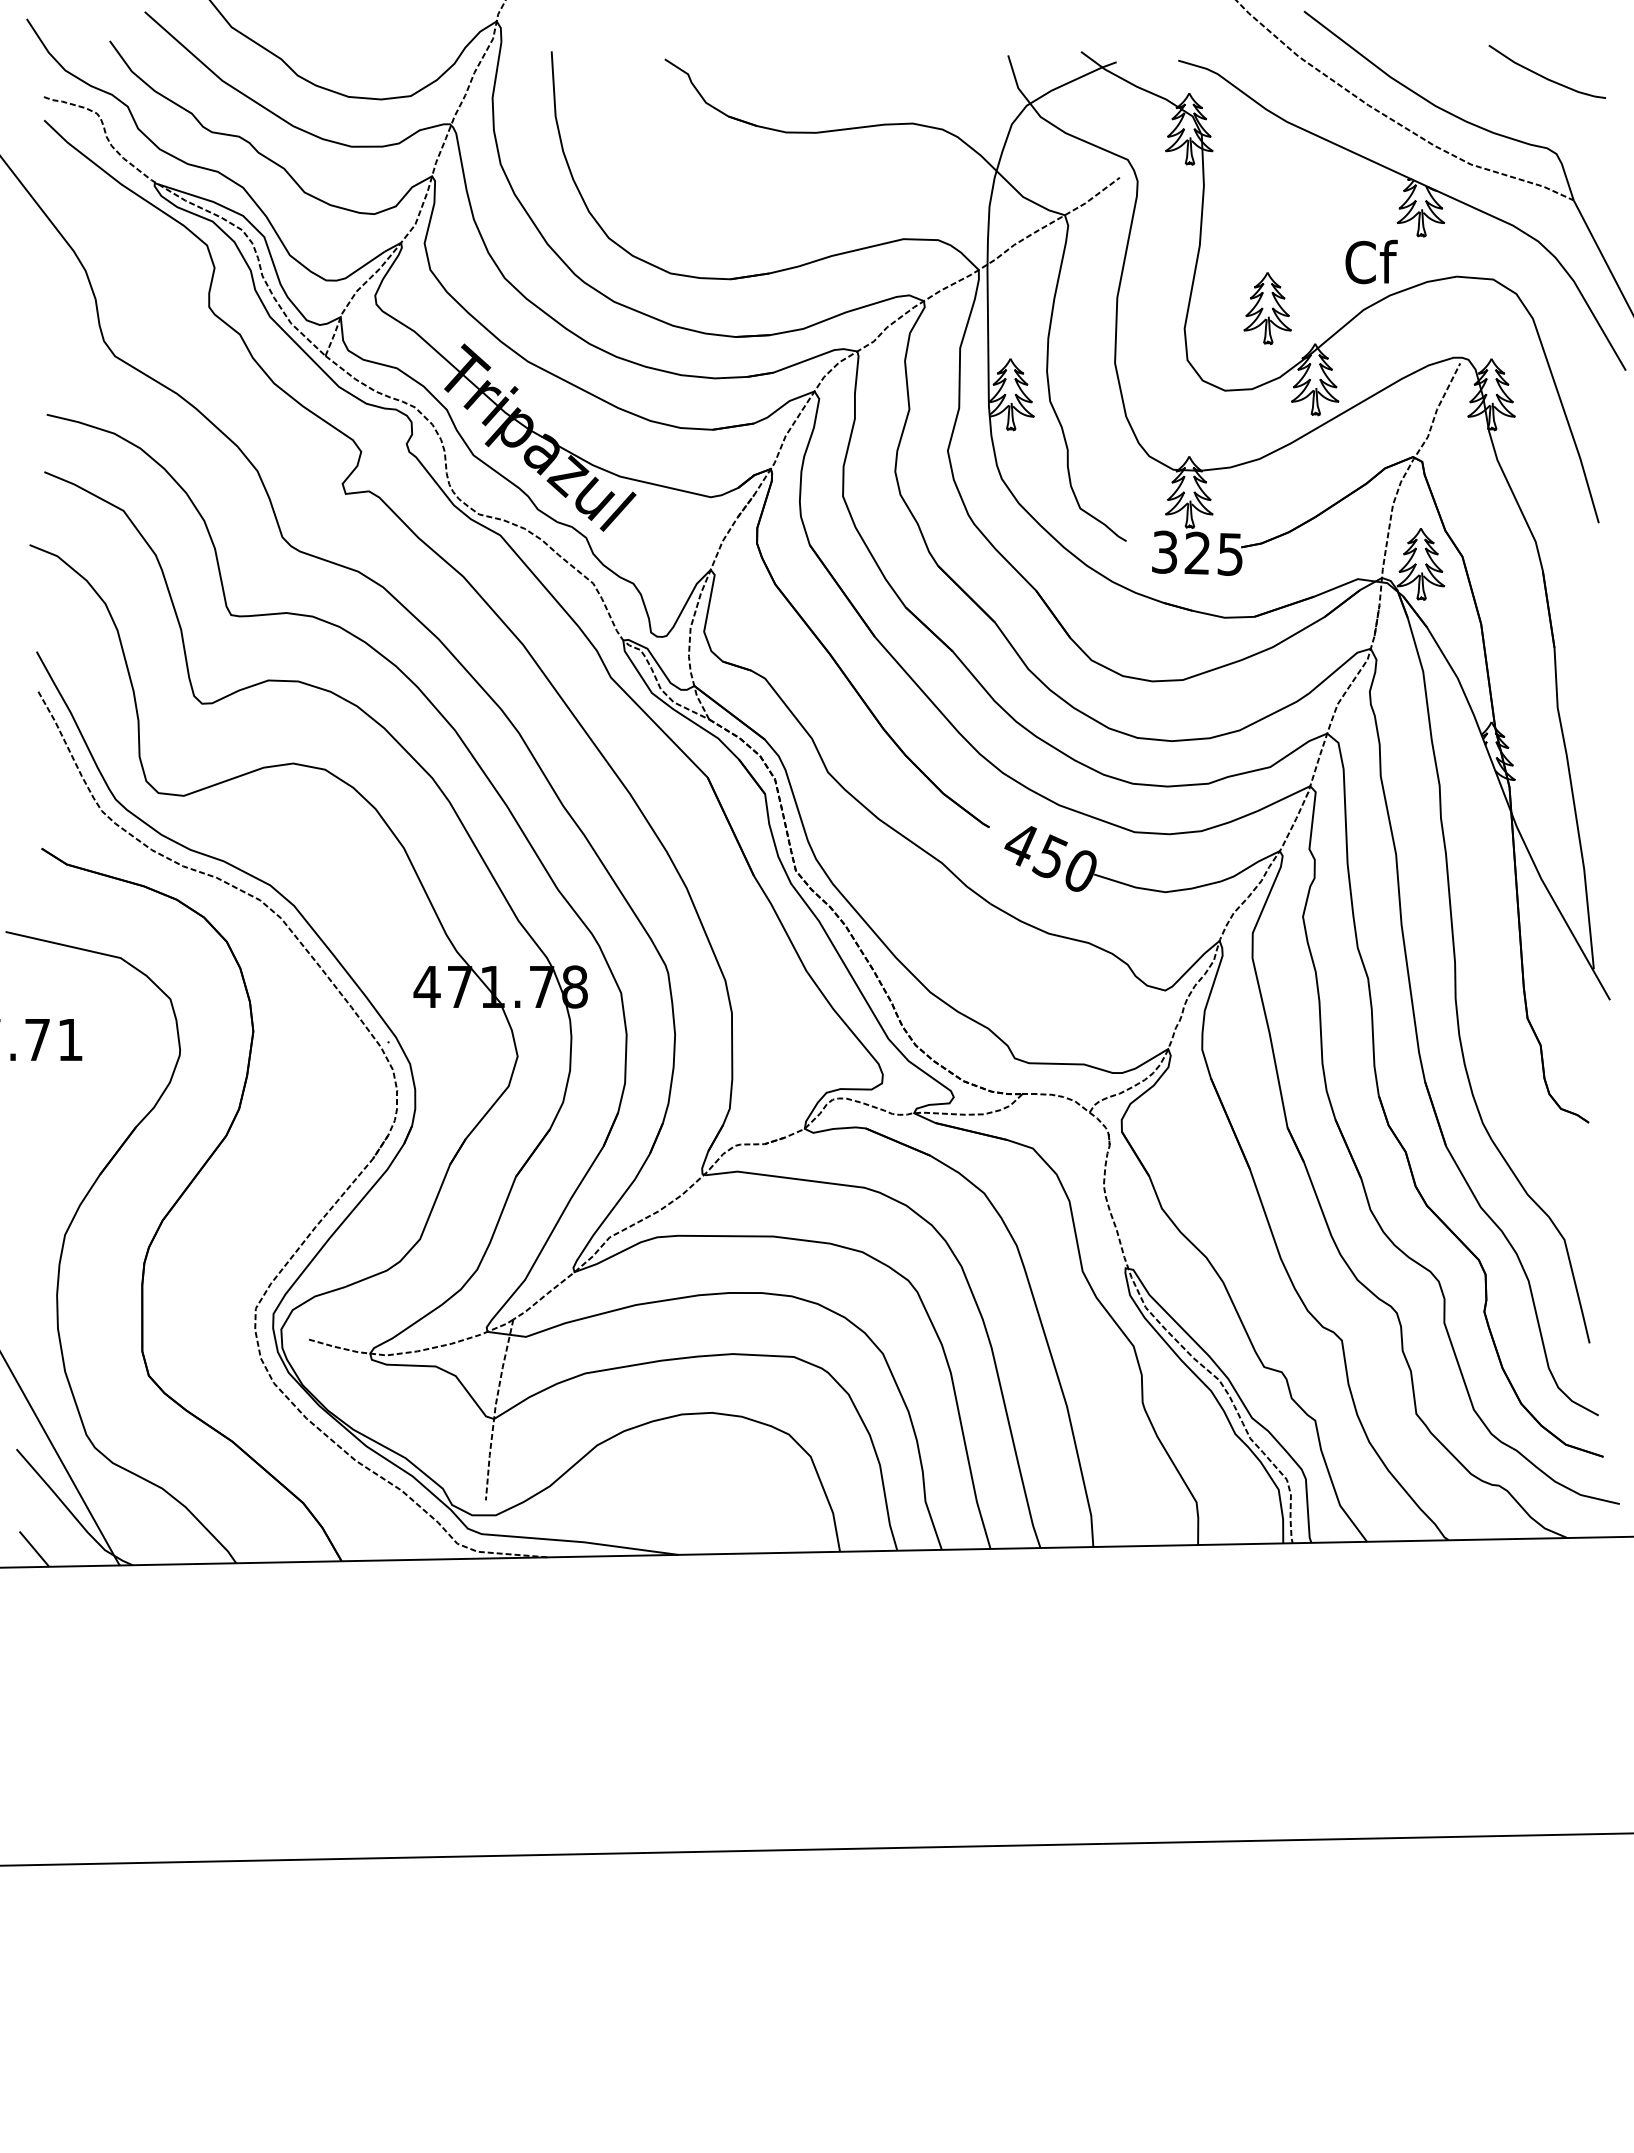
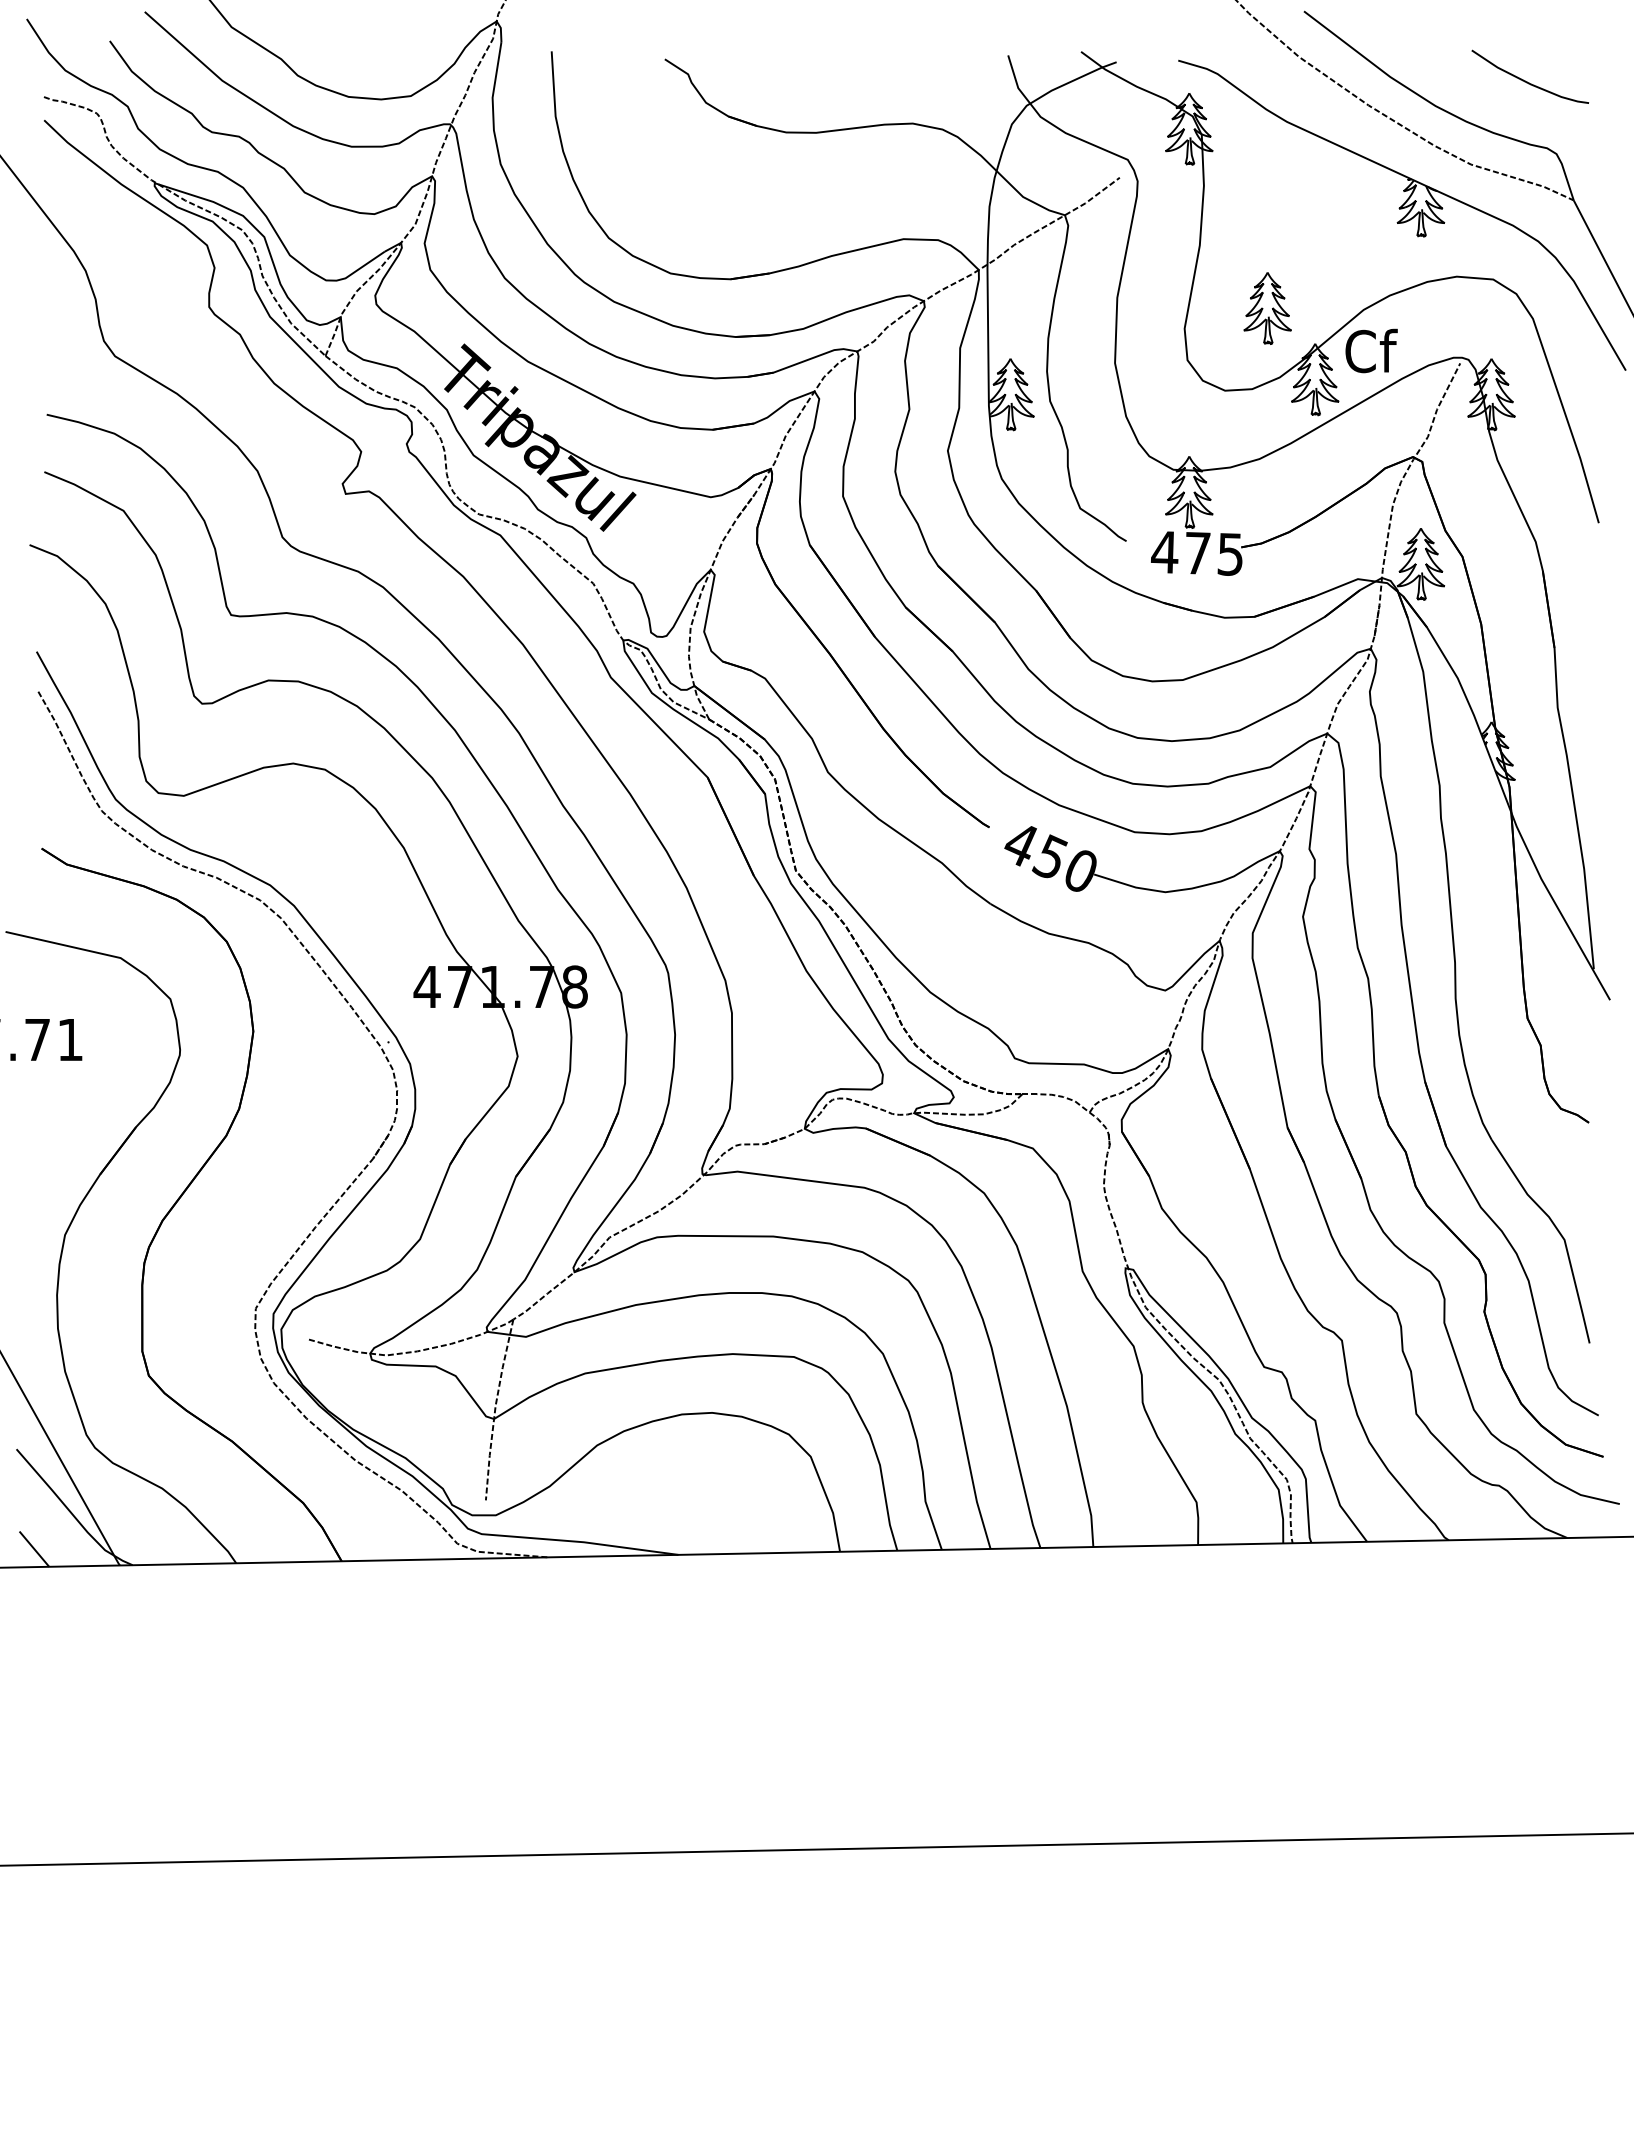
curve at (1544, 76) position: (1544, 76) -> (1527, 81)
text at (1371, 261) position: (1371, 261) -> (1371, 350)
text at (1180, 552): 325 -> 475
